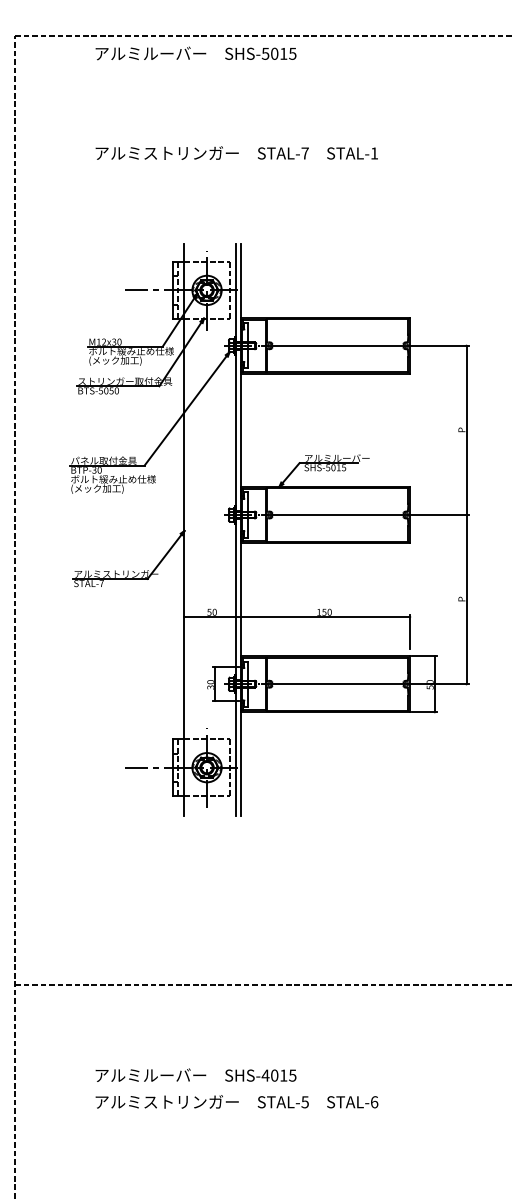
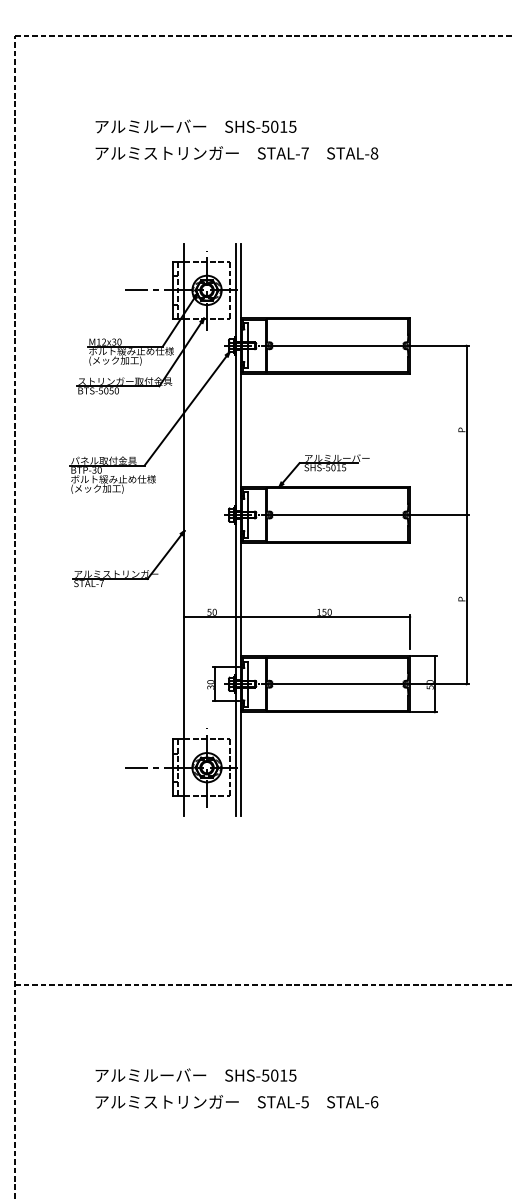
text at (195, 53) position: (195, 53) -> (195, 126)
text at (374, 153): STAL-1 -> STAL-8
text at (265, 1075): SHS-4015 -> SHS-5015
